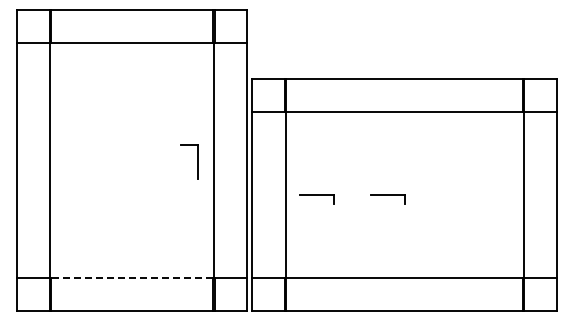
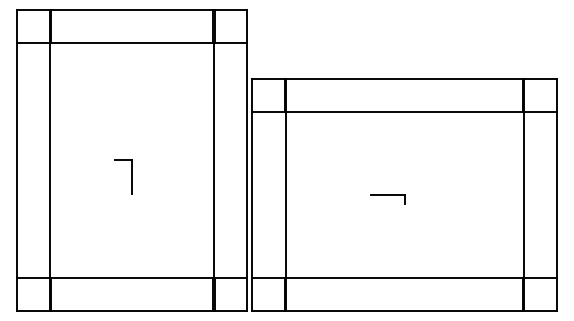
part at (197, 161) position: (197, 161) -> (131, 176)
part at (316, 199): present -> none
line at (131, 277): dashed -> solid
